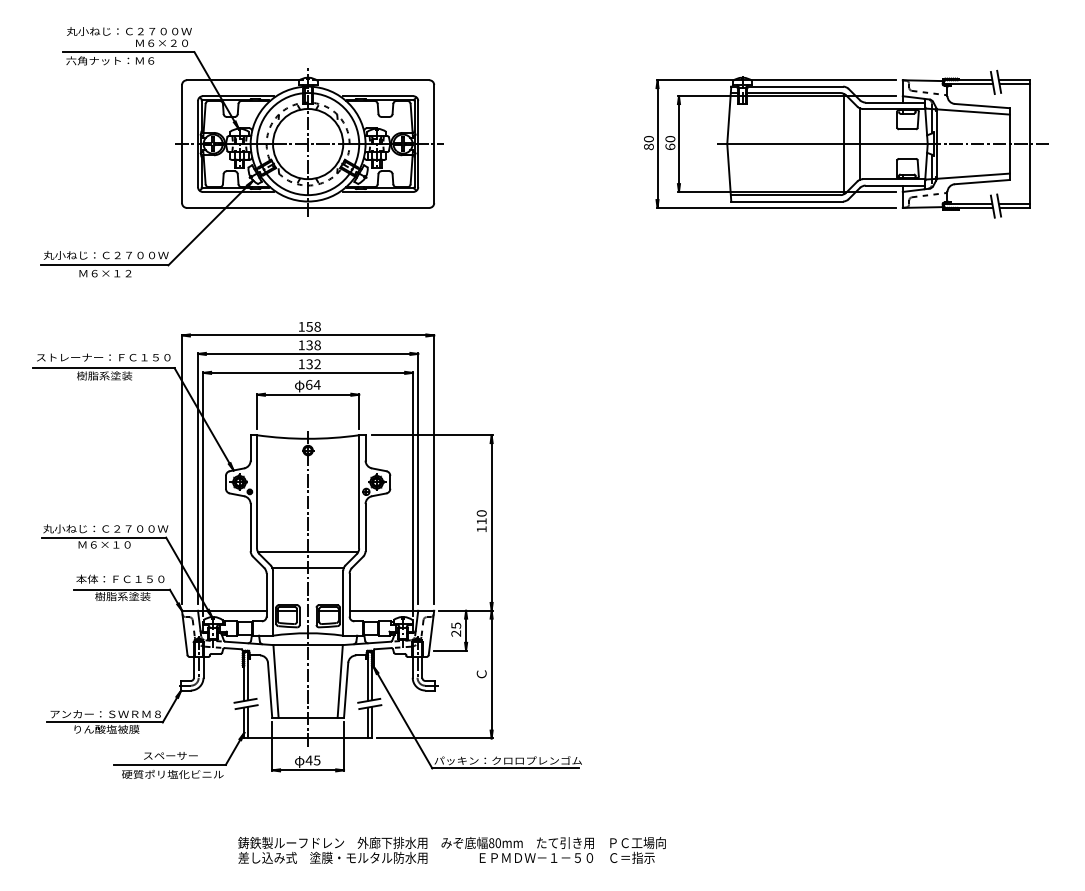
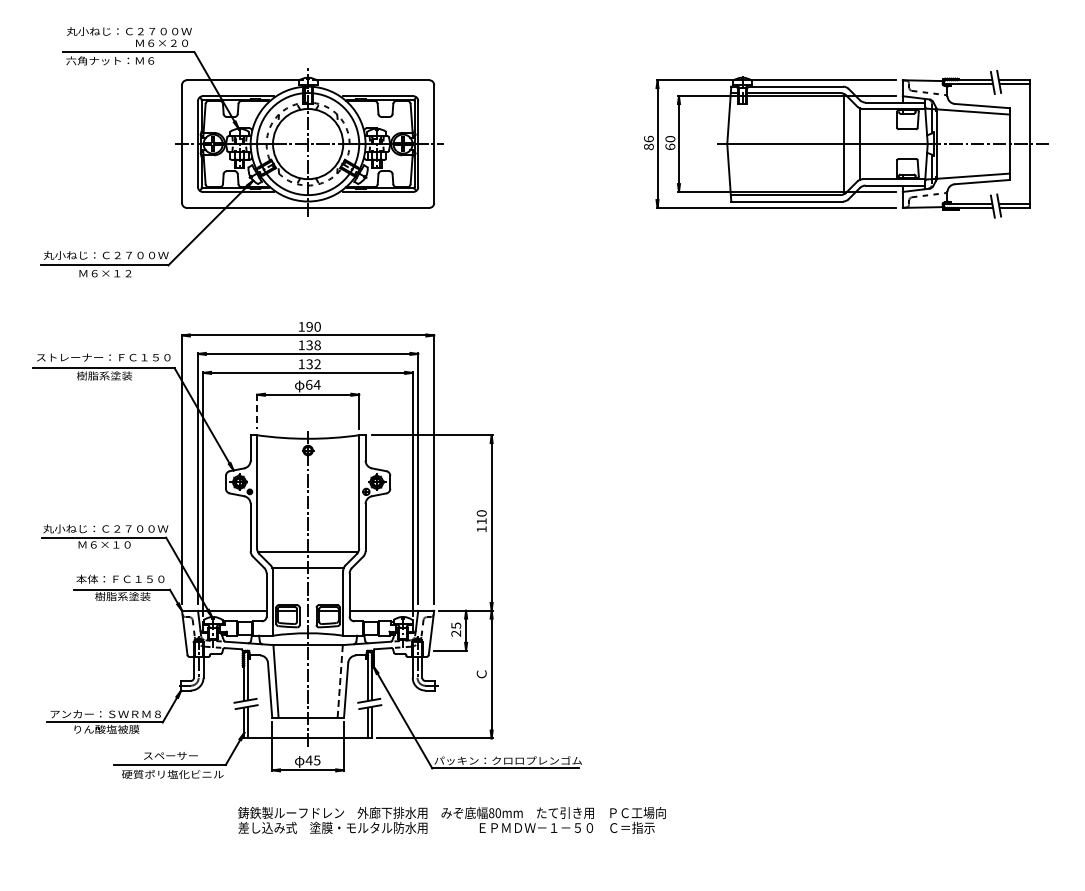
text at (648, 138): 80 -> 86
text at (313, 326): 158 -> 190
line at (257, 411): solid -> dashed
line at (340, 681): solid -> dashed
text at (451, 850) position: (451, 850) -> (451, 820)
